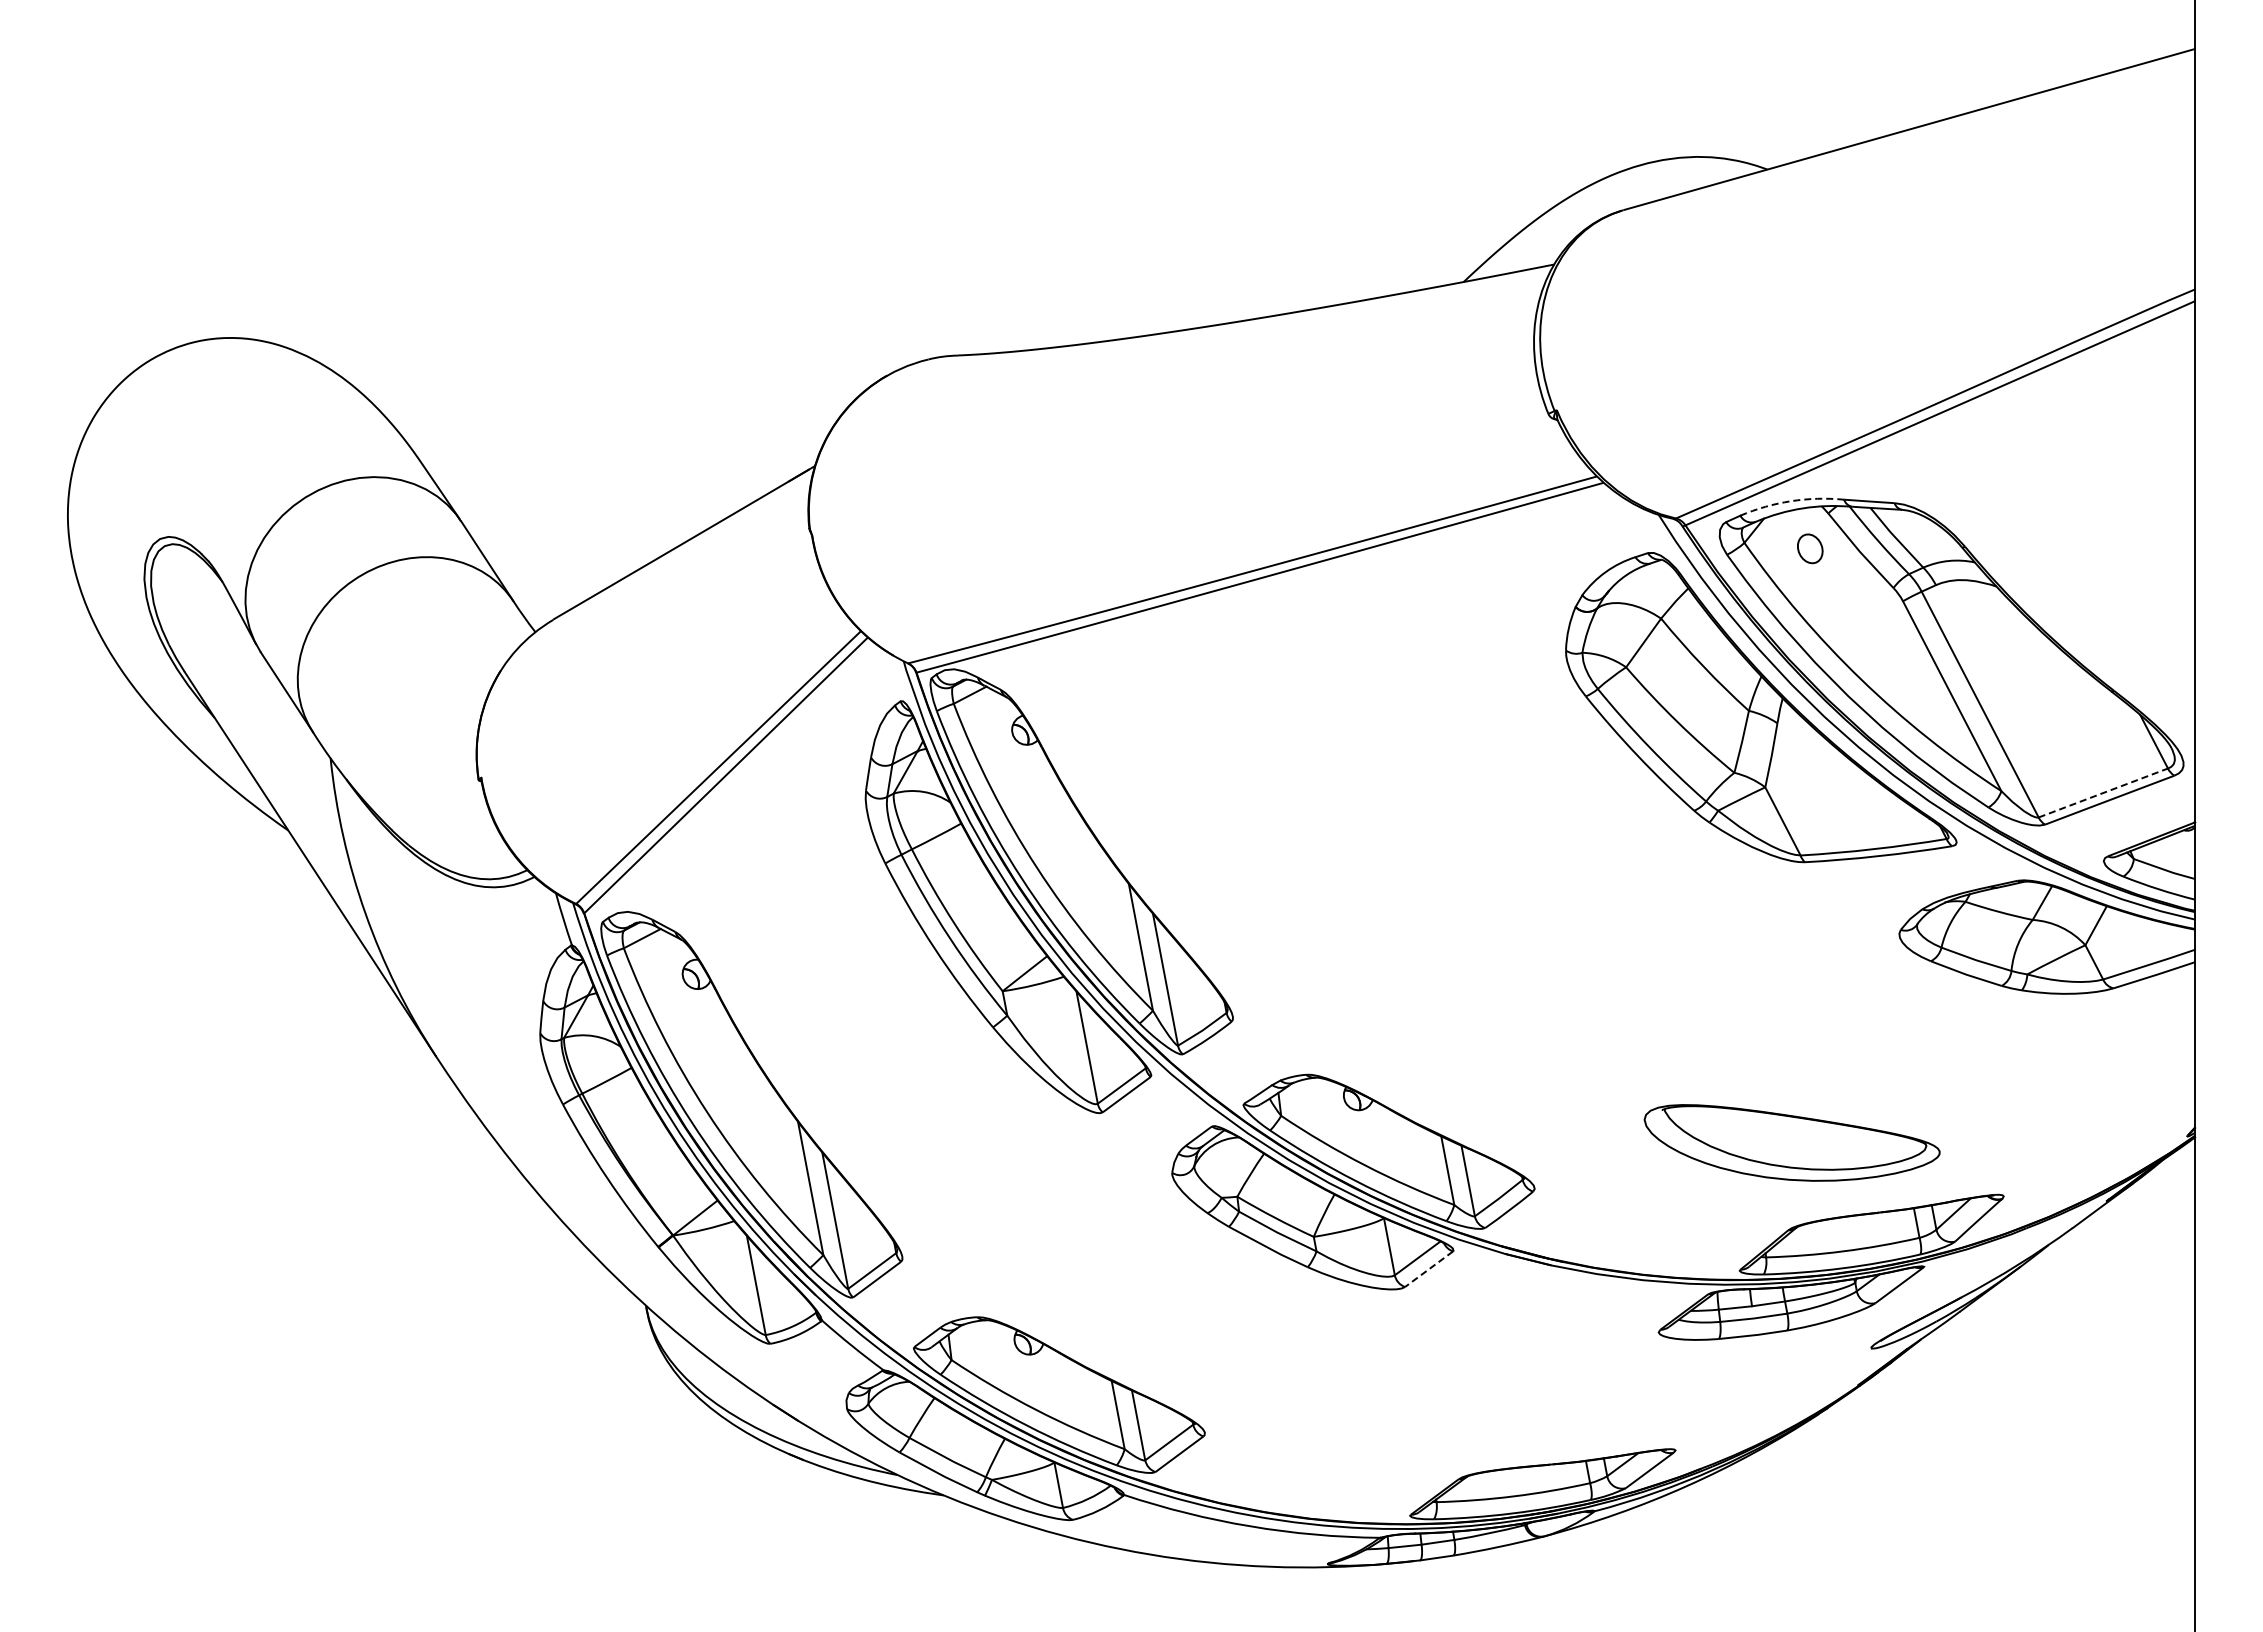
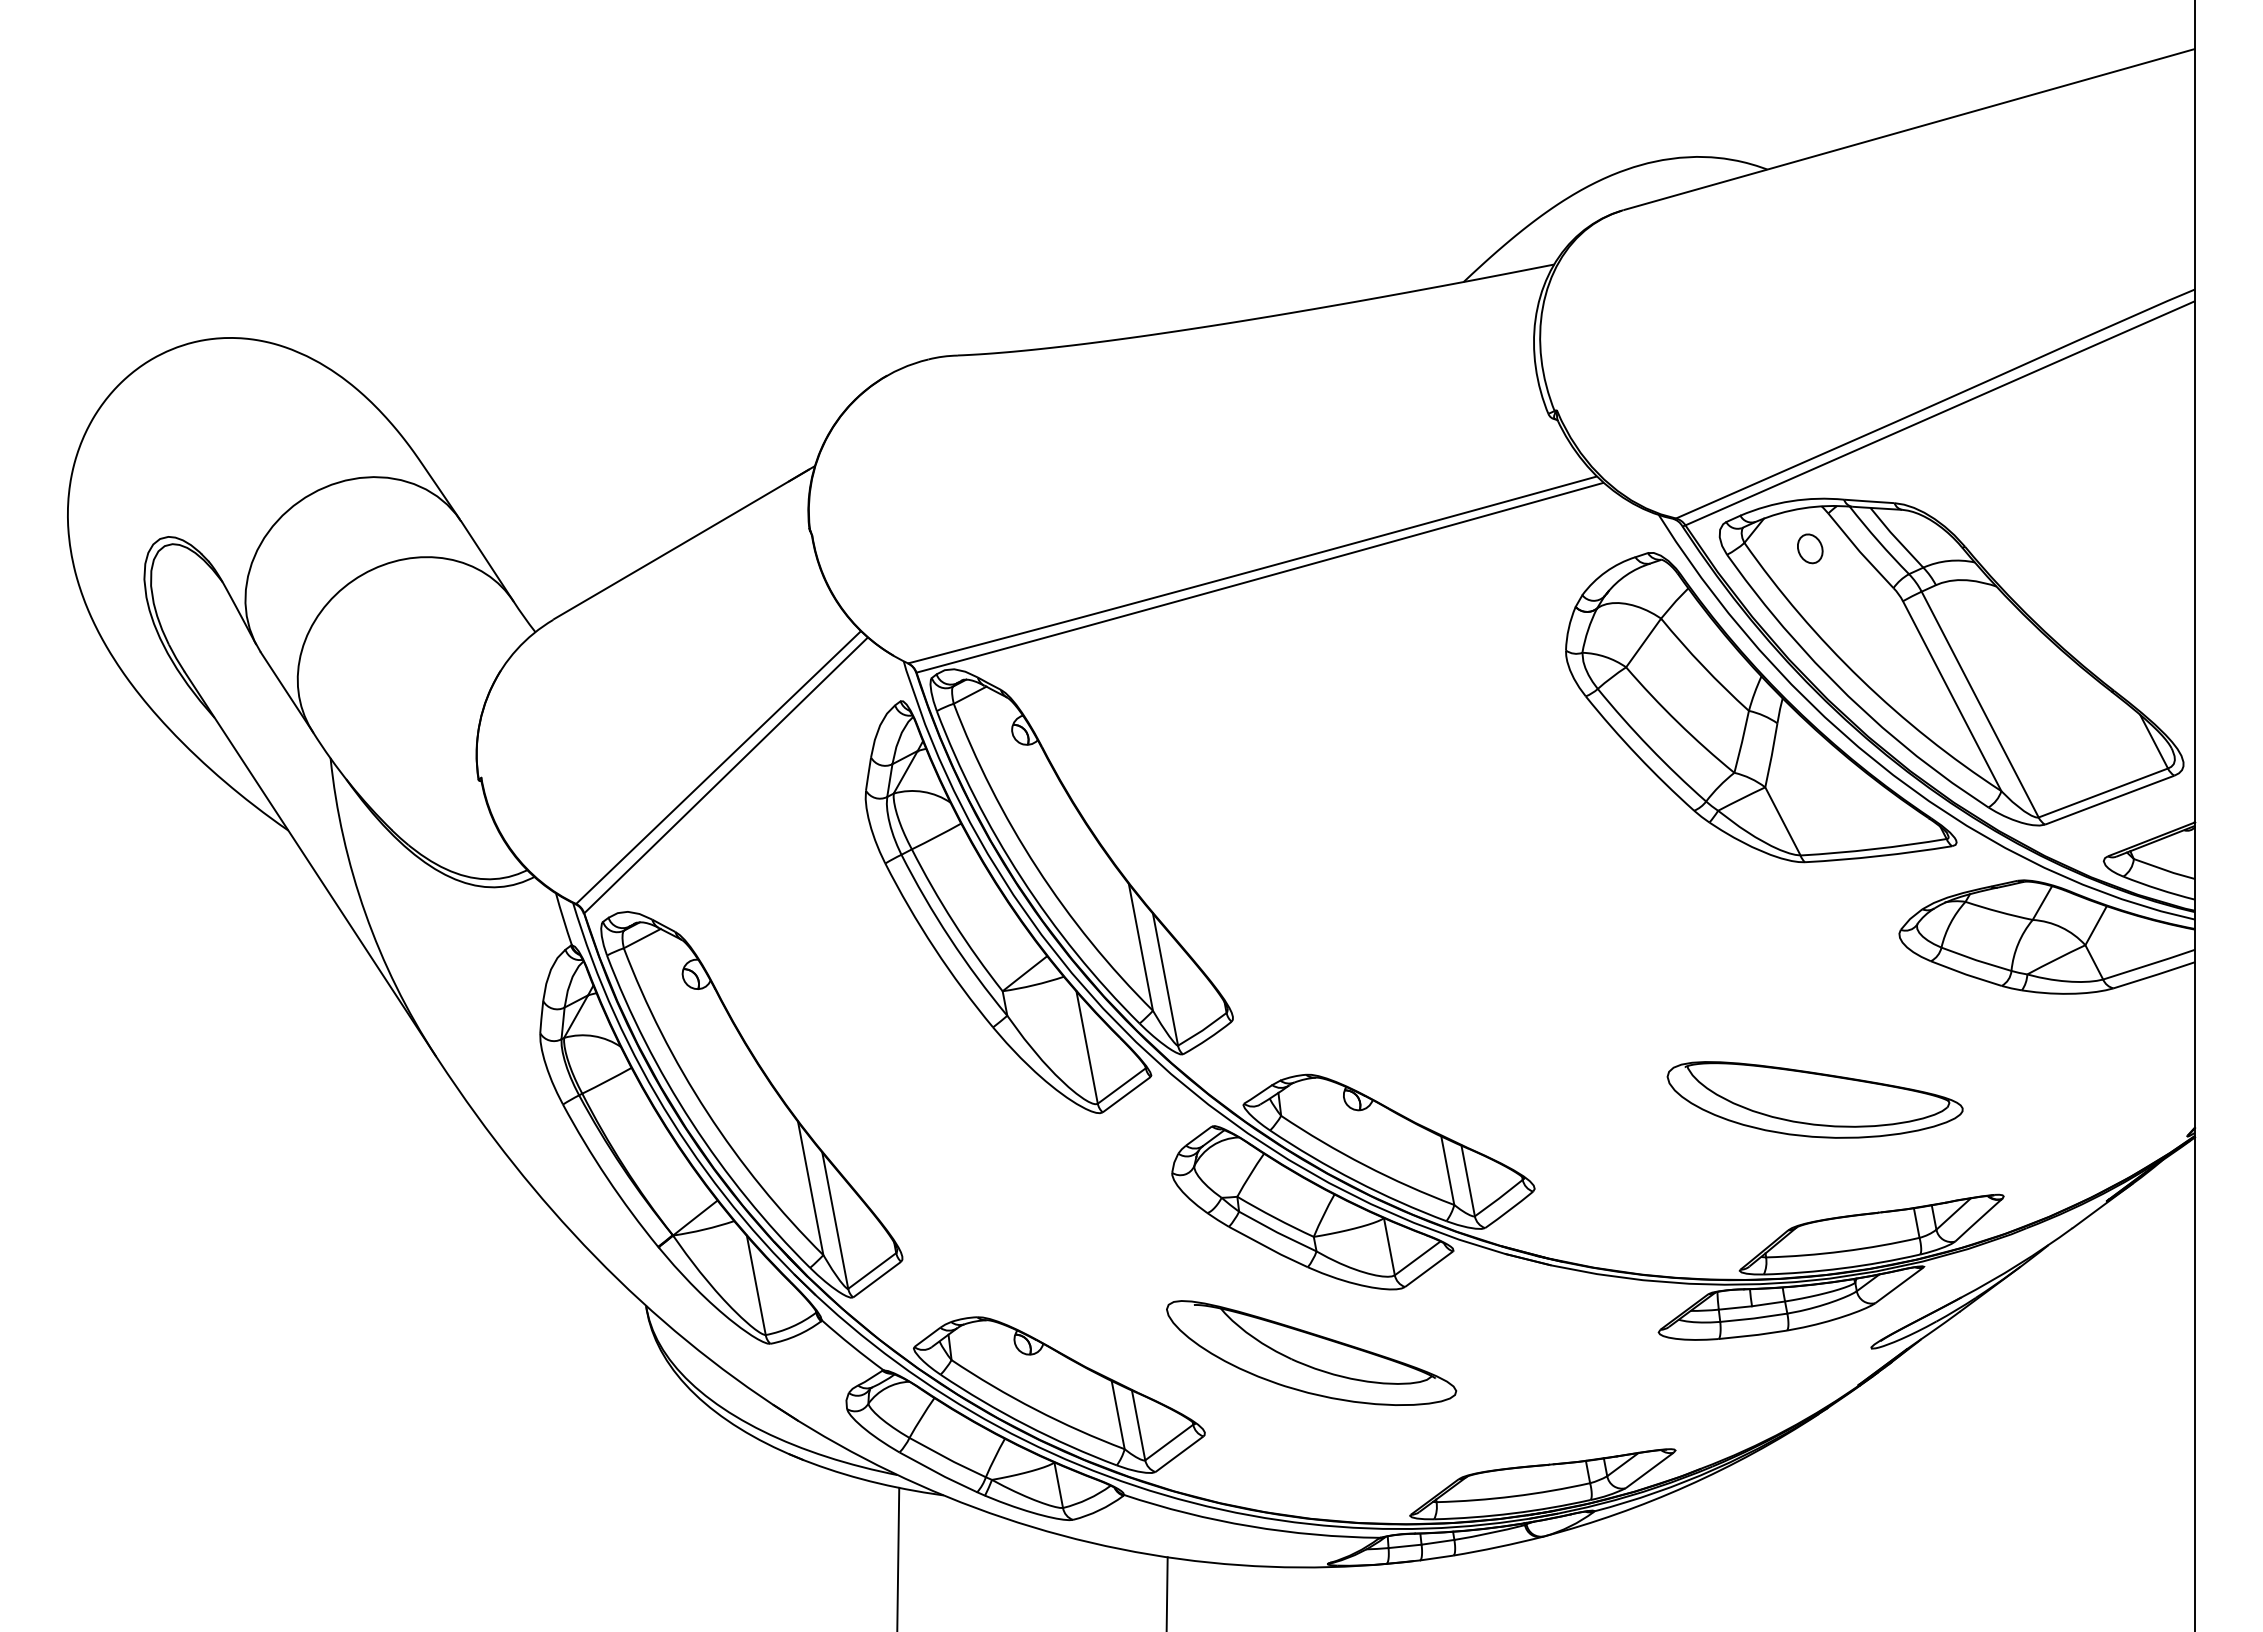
arc at (1791, 501): dashed -> solid
line at (2103, 792): dashed -> solid
part at (1791, 1142) position: (1791, 1142) -> (1814, 1099)
line at (1429, 1269): dashed -> solid
part at (1311, 1352): none -> present
line at (898, 1557): none -> present
line at (1166, 1592): none -> present
